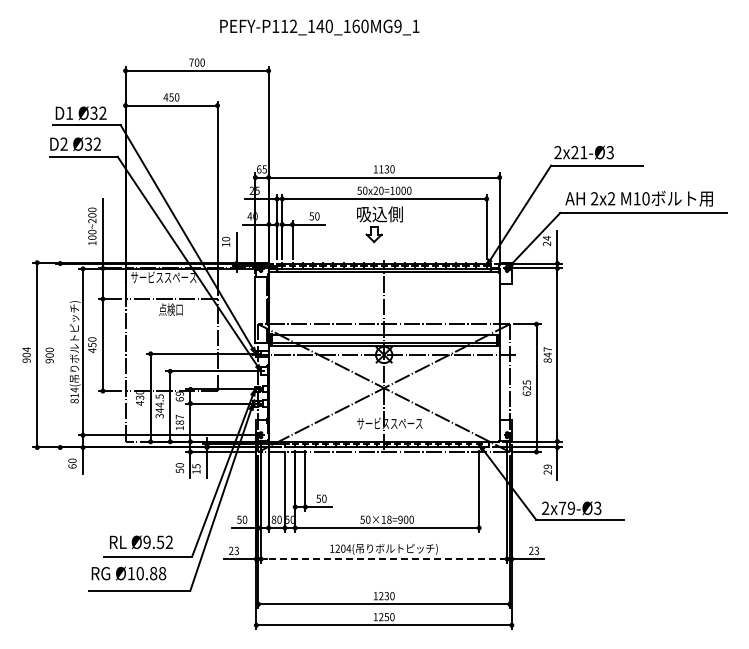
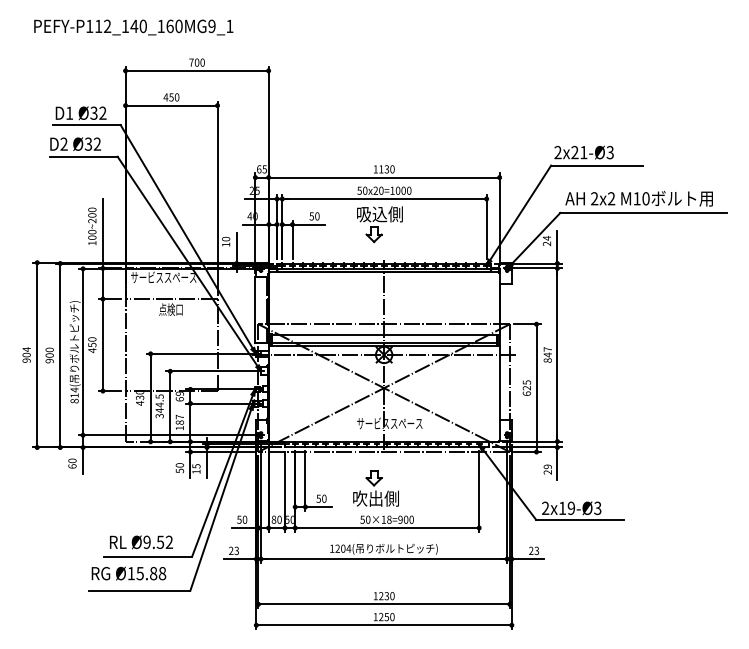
text at (319, 27) position: (319, 27) -> (133, 27)
line at (60, 355): none -> present
part at (375, 488): none -> present
text at (562, 507): 2x79-Ø3 -> 2x19-Ø3
line at (383, 559): dashed -> solid
text at (139, 573): Ø10.88 -> Ø15.88
